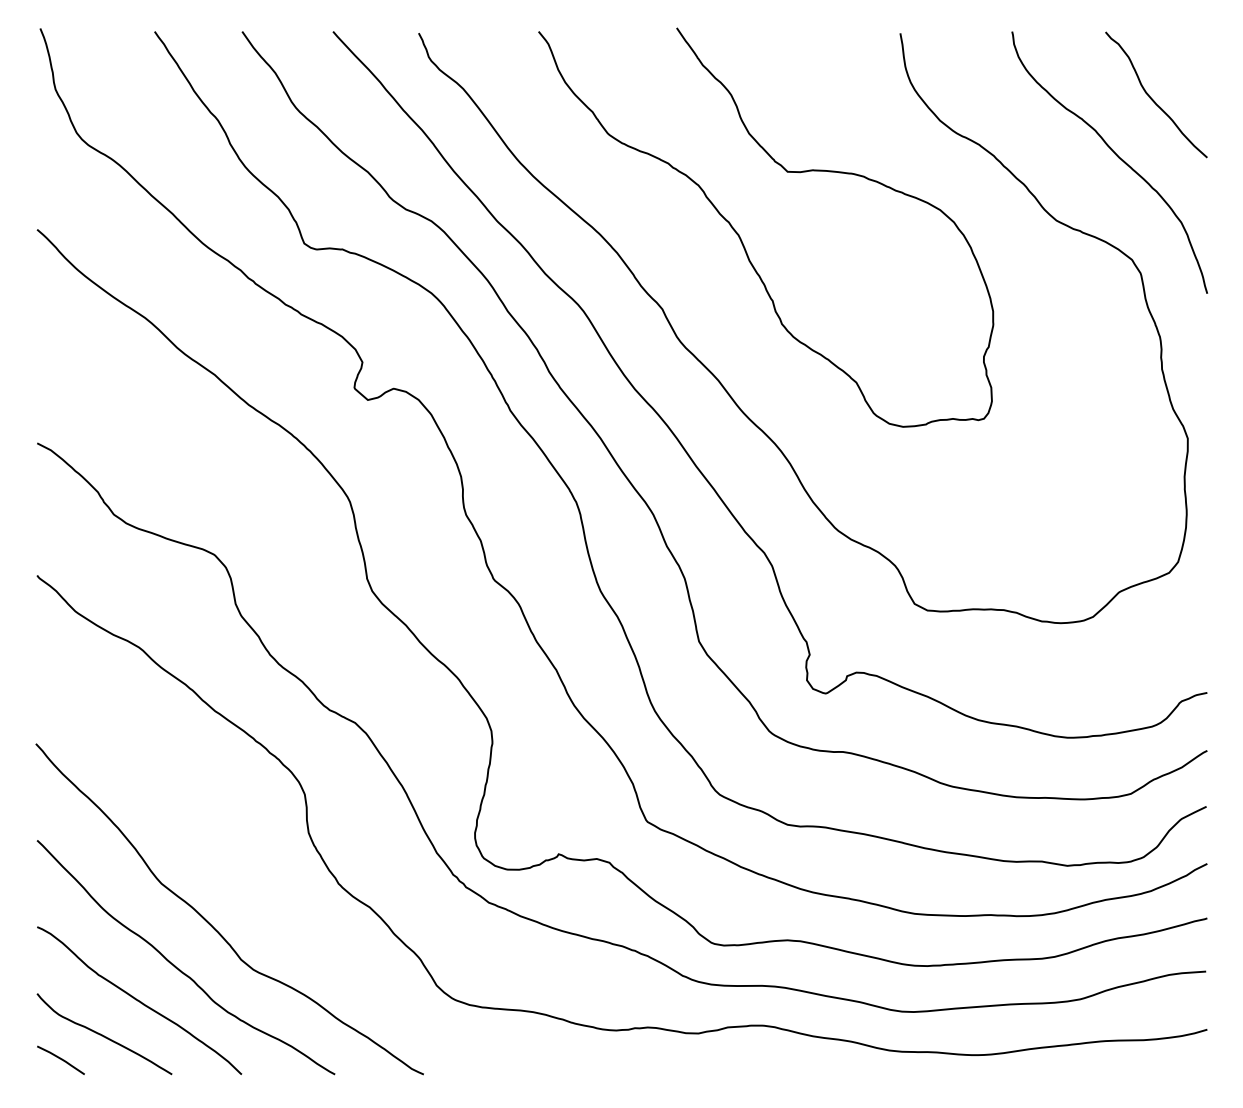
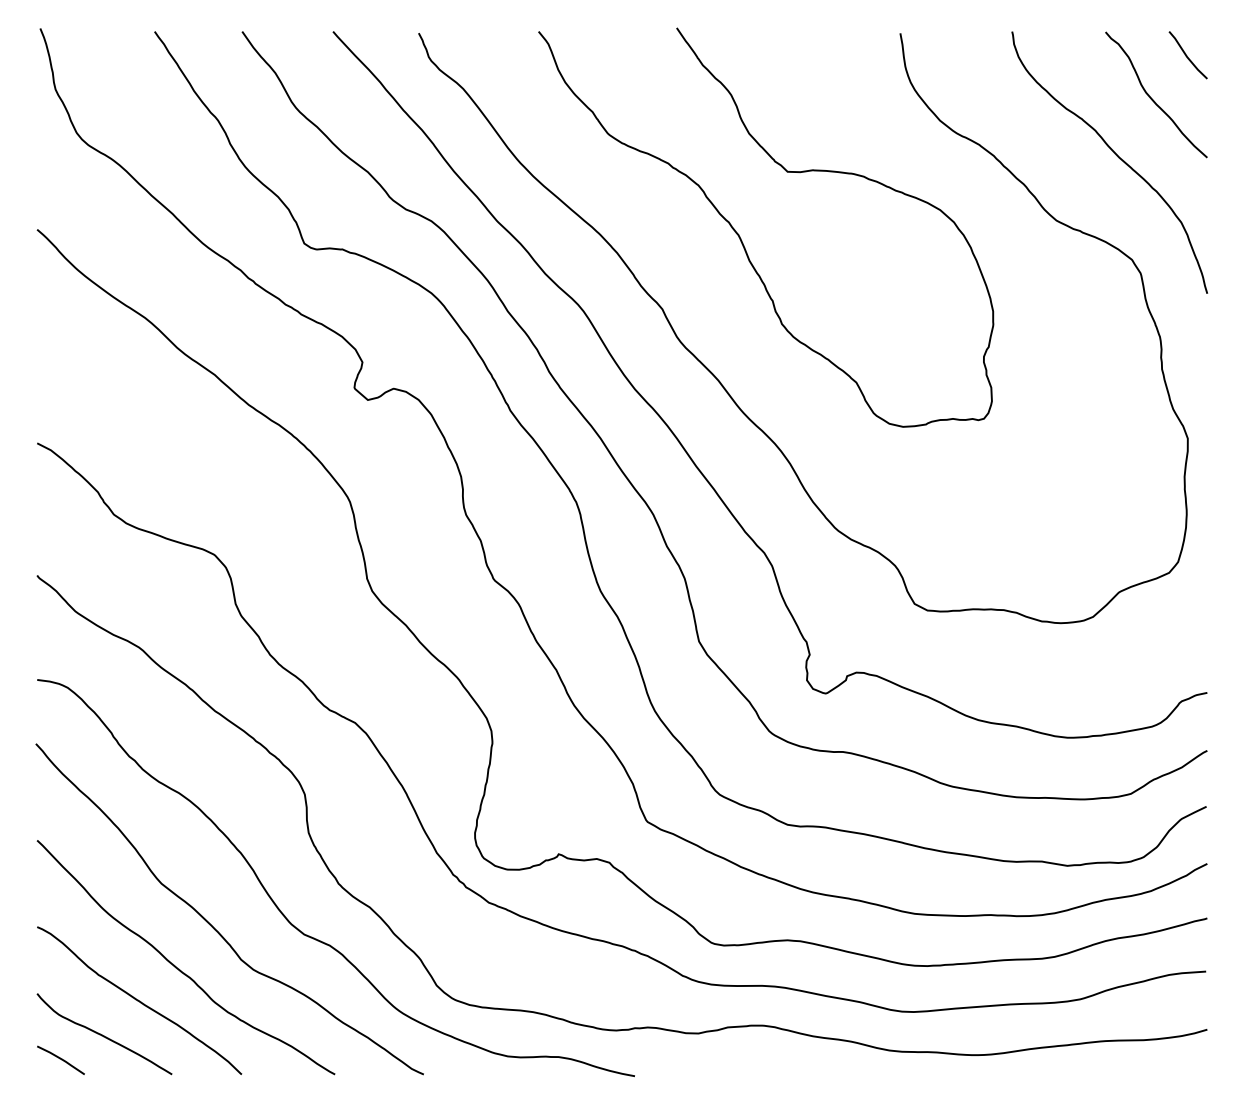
line at (1187, 55): none -> present
curve at (285, 915): none -> present
